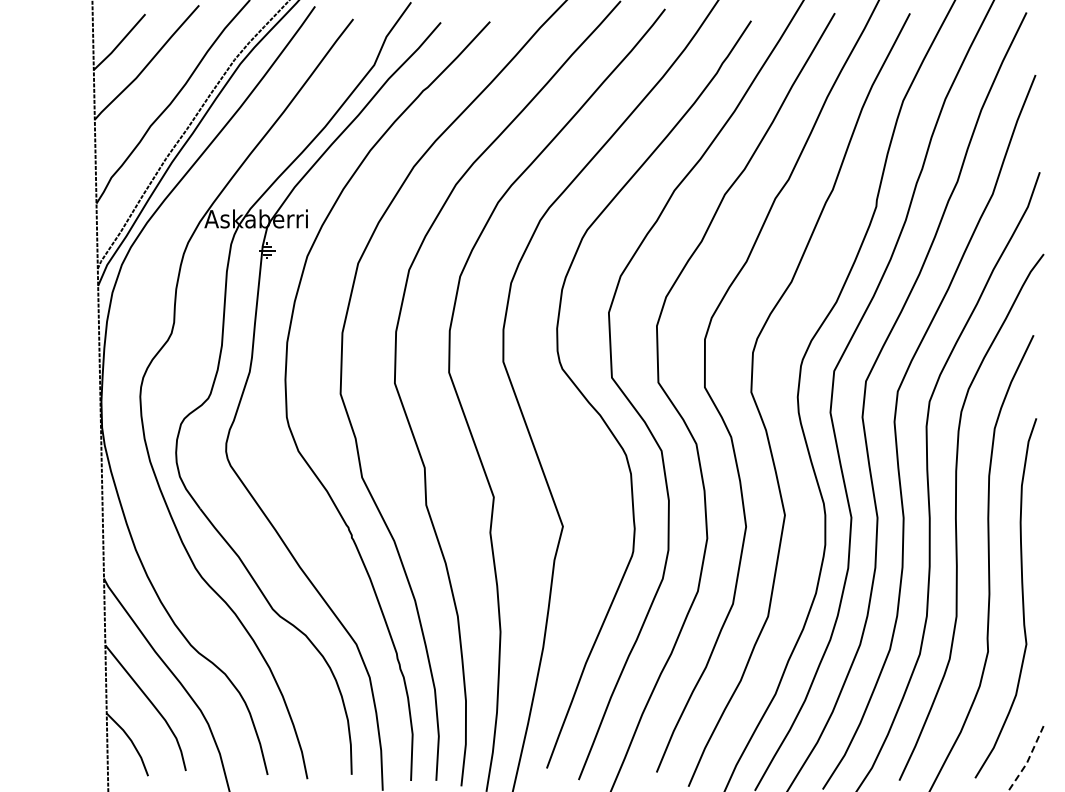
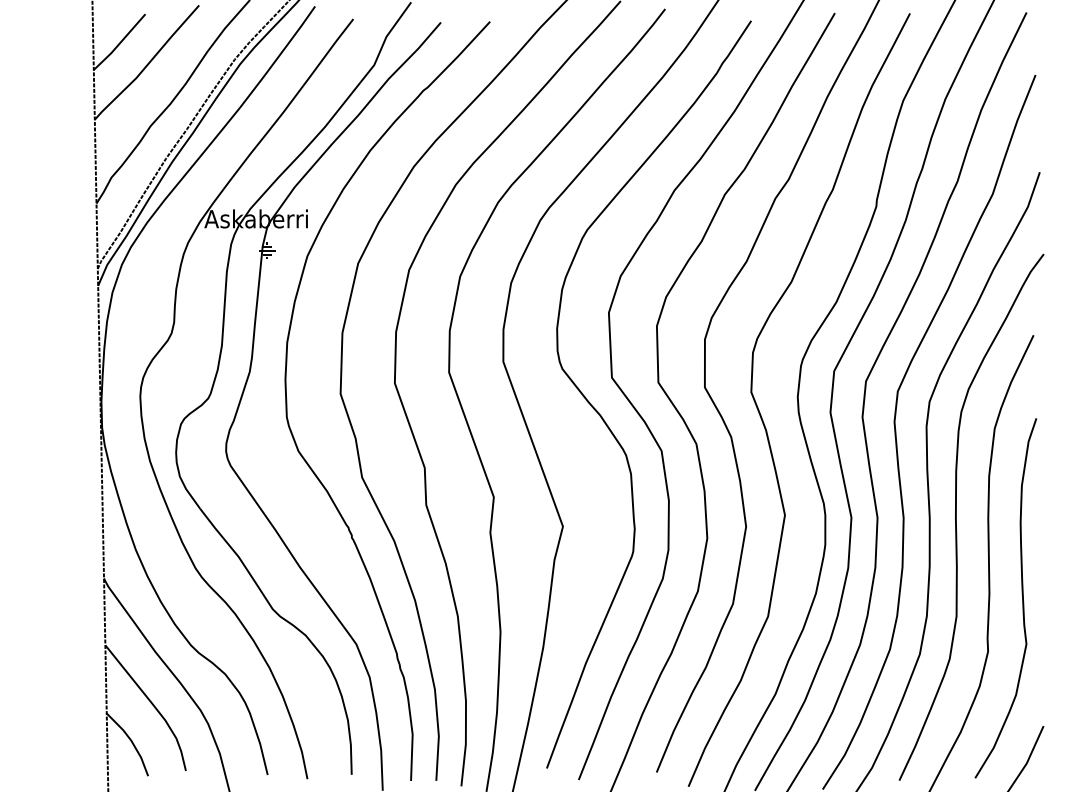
line at (1027, 760): dashed -> solid
